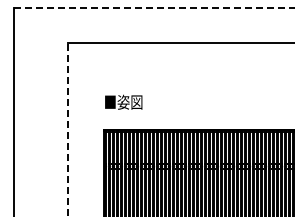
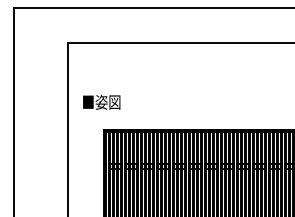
line at (153, 7): dashed -> solid
text at (123, 101) position: (123, 101) -> (101, 101)
line at (67, 129): dashed -> solid
